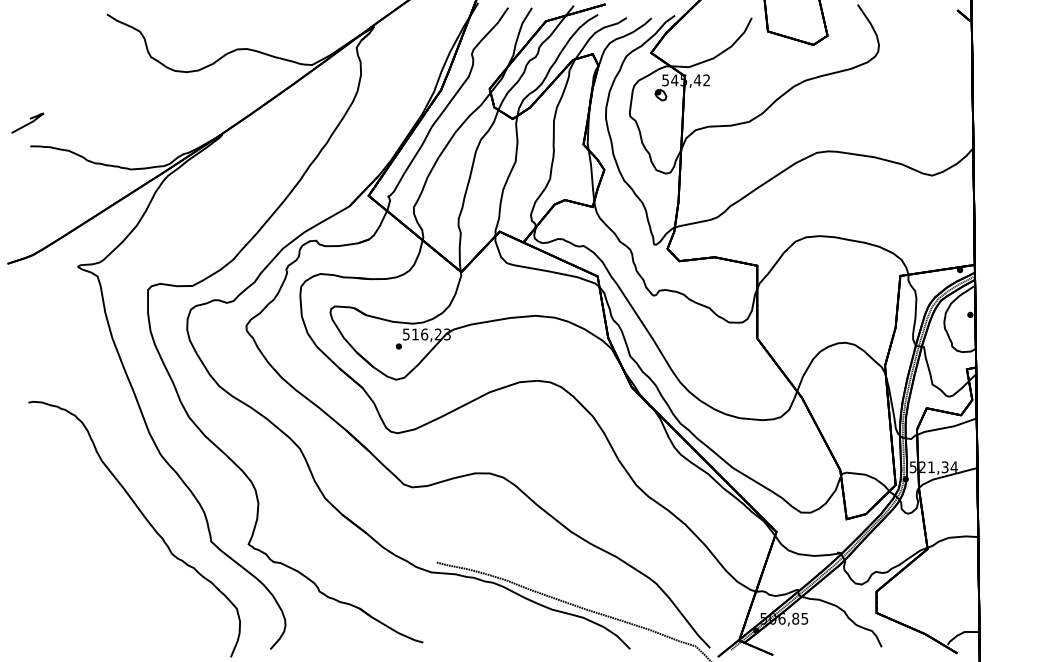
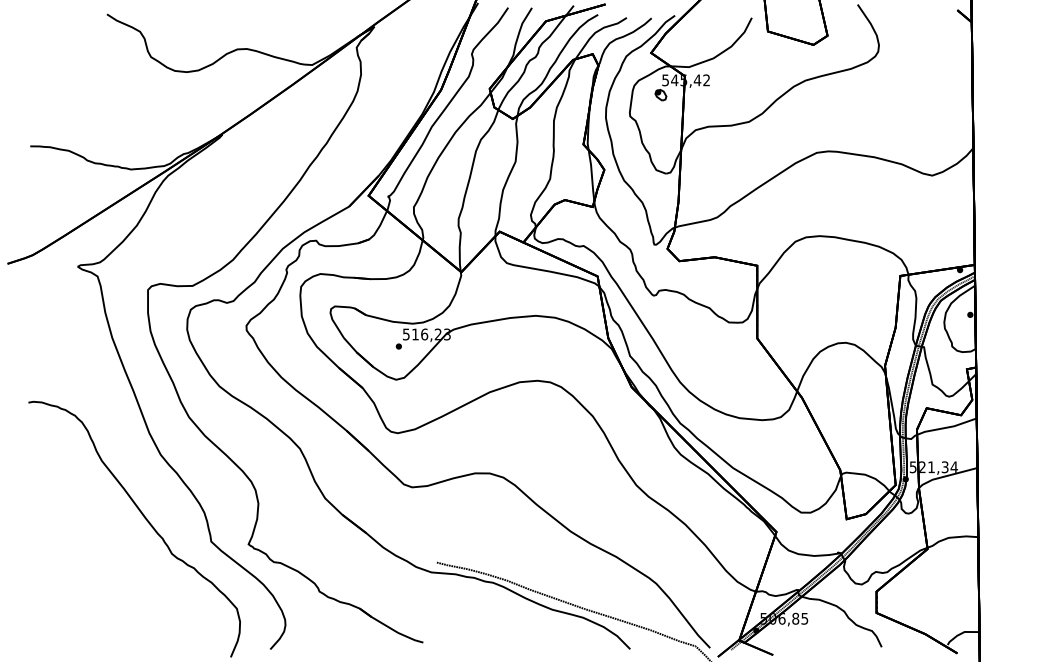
curve at (28, 122): present -> none
